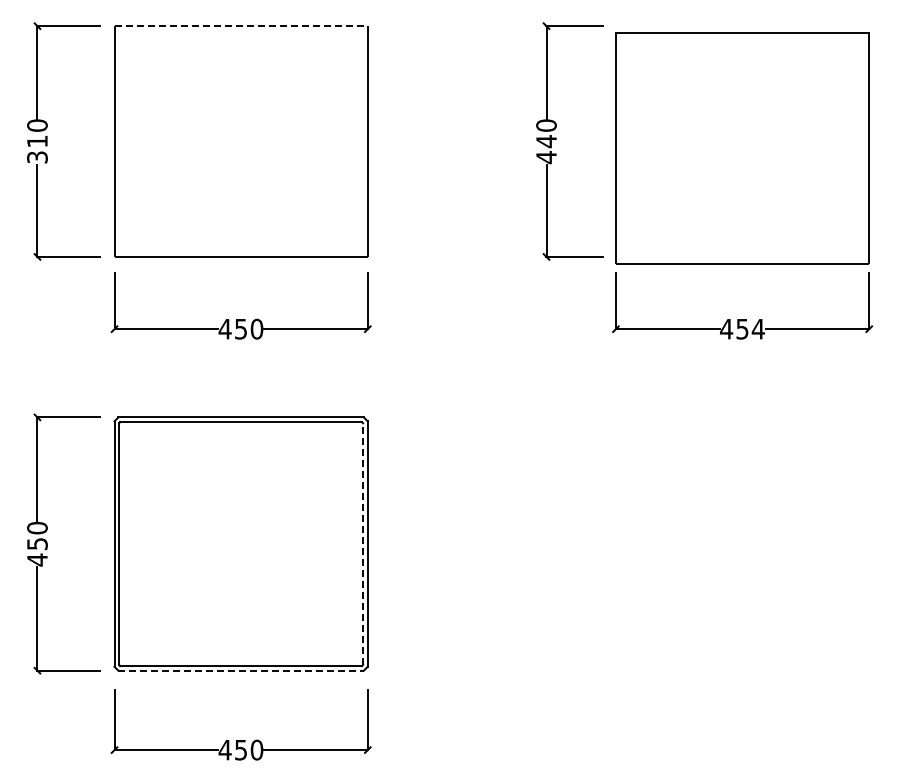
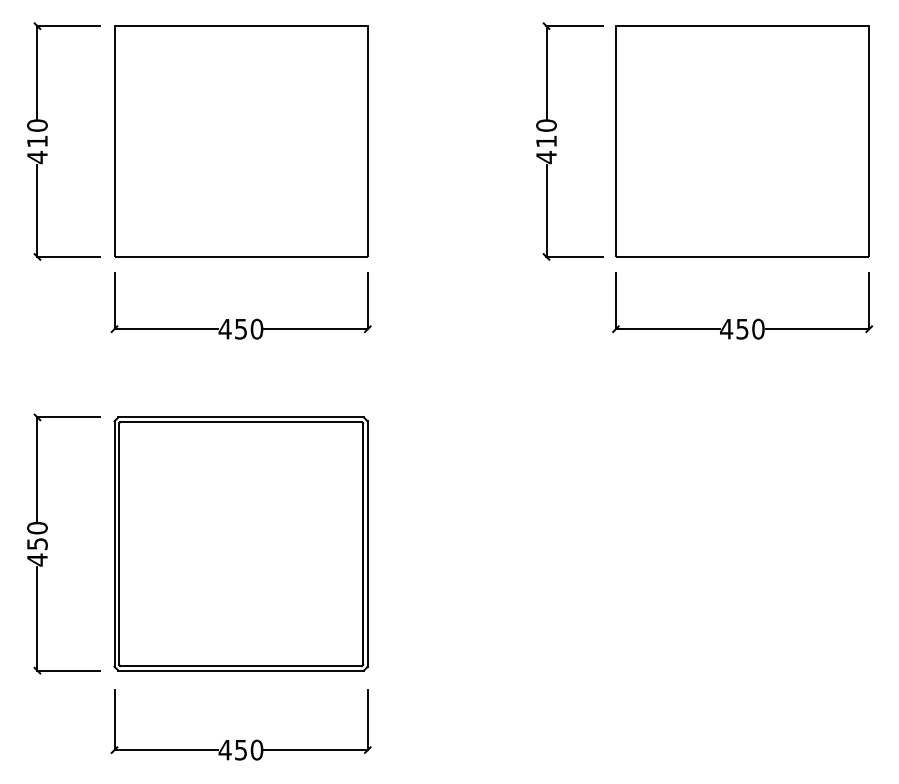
line at (241, 26): dashed -> solid
text at (546, 141): 440 -> 410
part at (742, 148) position: (742, 148) -> (742, 141)
text at (37, 157): 310 -> 410
text at (757, 328): 454 -> 450
line at (363, 544): dashed -> solid
line at (241, 670): dashed -> solid
